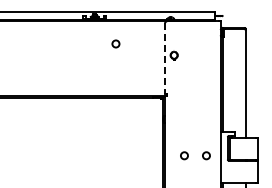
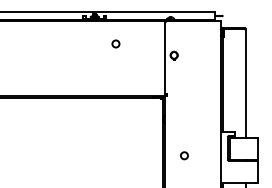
line at (165, 59): dashed -> solid
circle at (206, 155): present -> none
